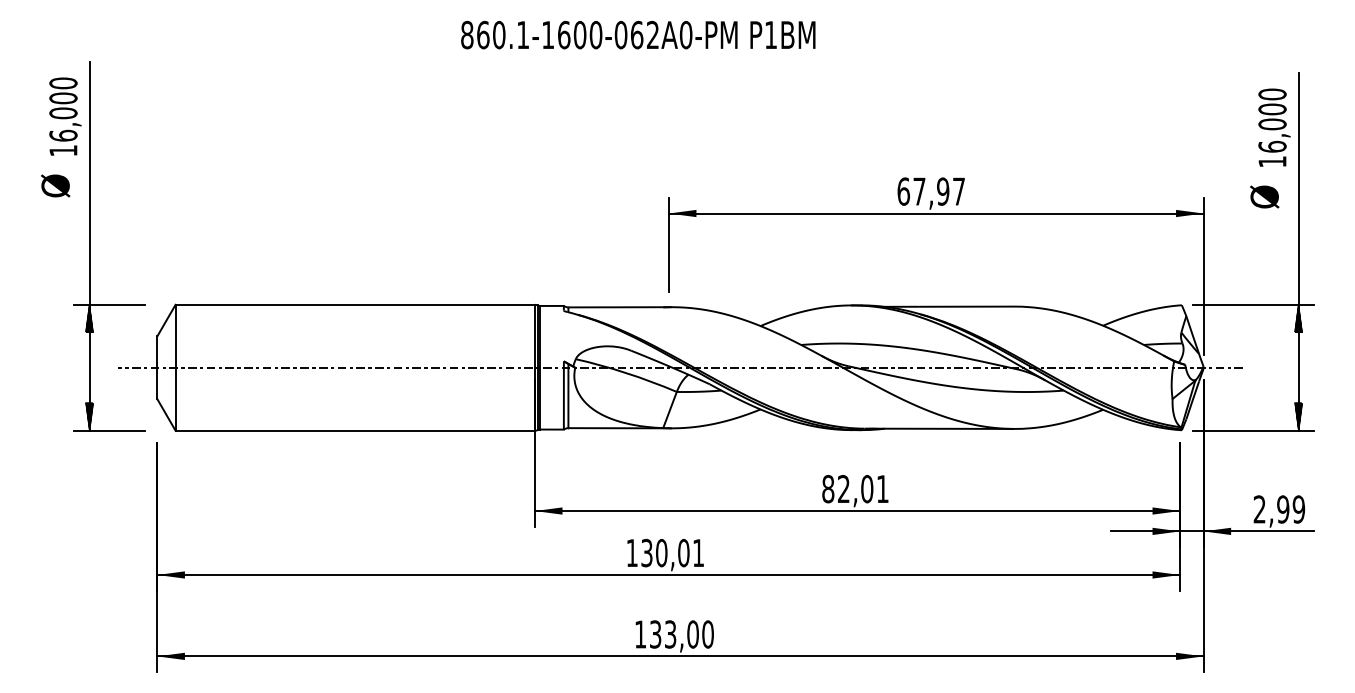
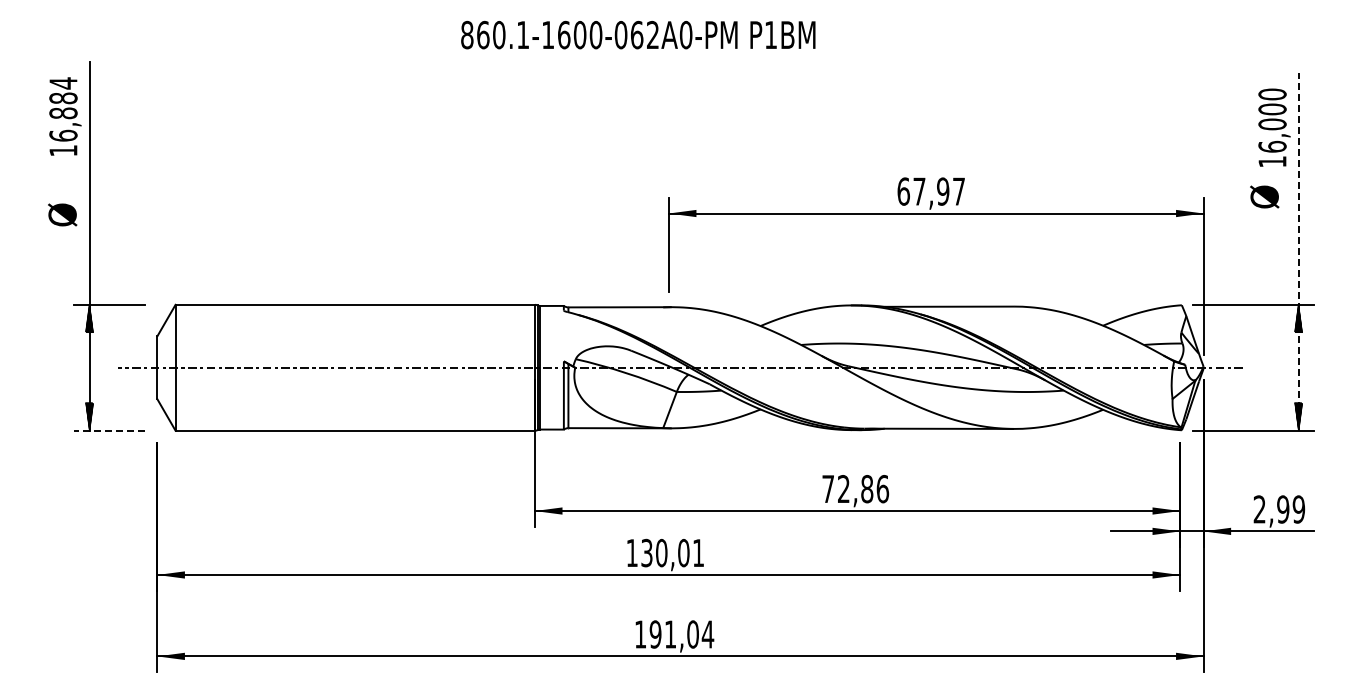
text at (63, 98): 16,000 -> 16,884
text at (55, 185) position: (55, 185) -> (62, 214)
line at (1298, 251): solid -> dashed
line at (109, 430): solid -> dashed
text at (855, 489): 82,01 -> 72,86
text at (681, 634): 133,00 -> 191,04
